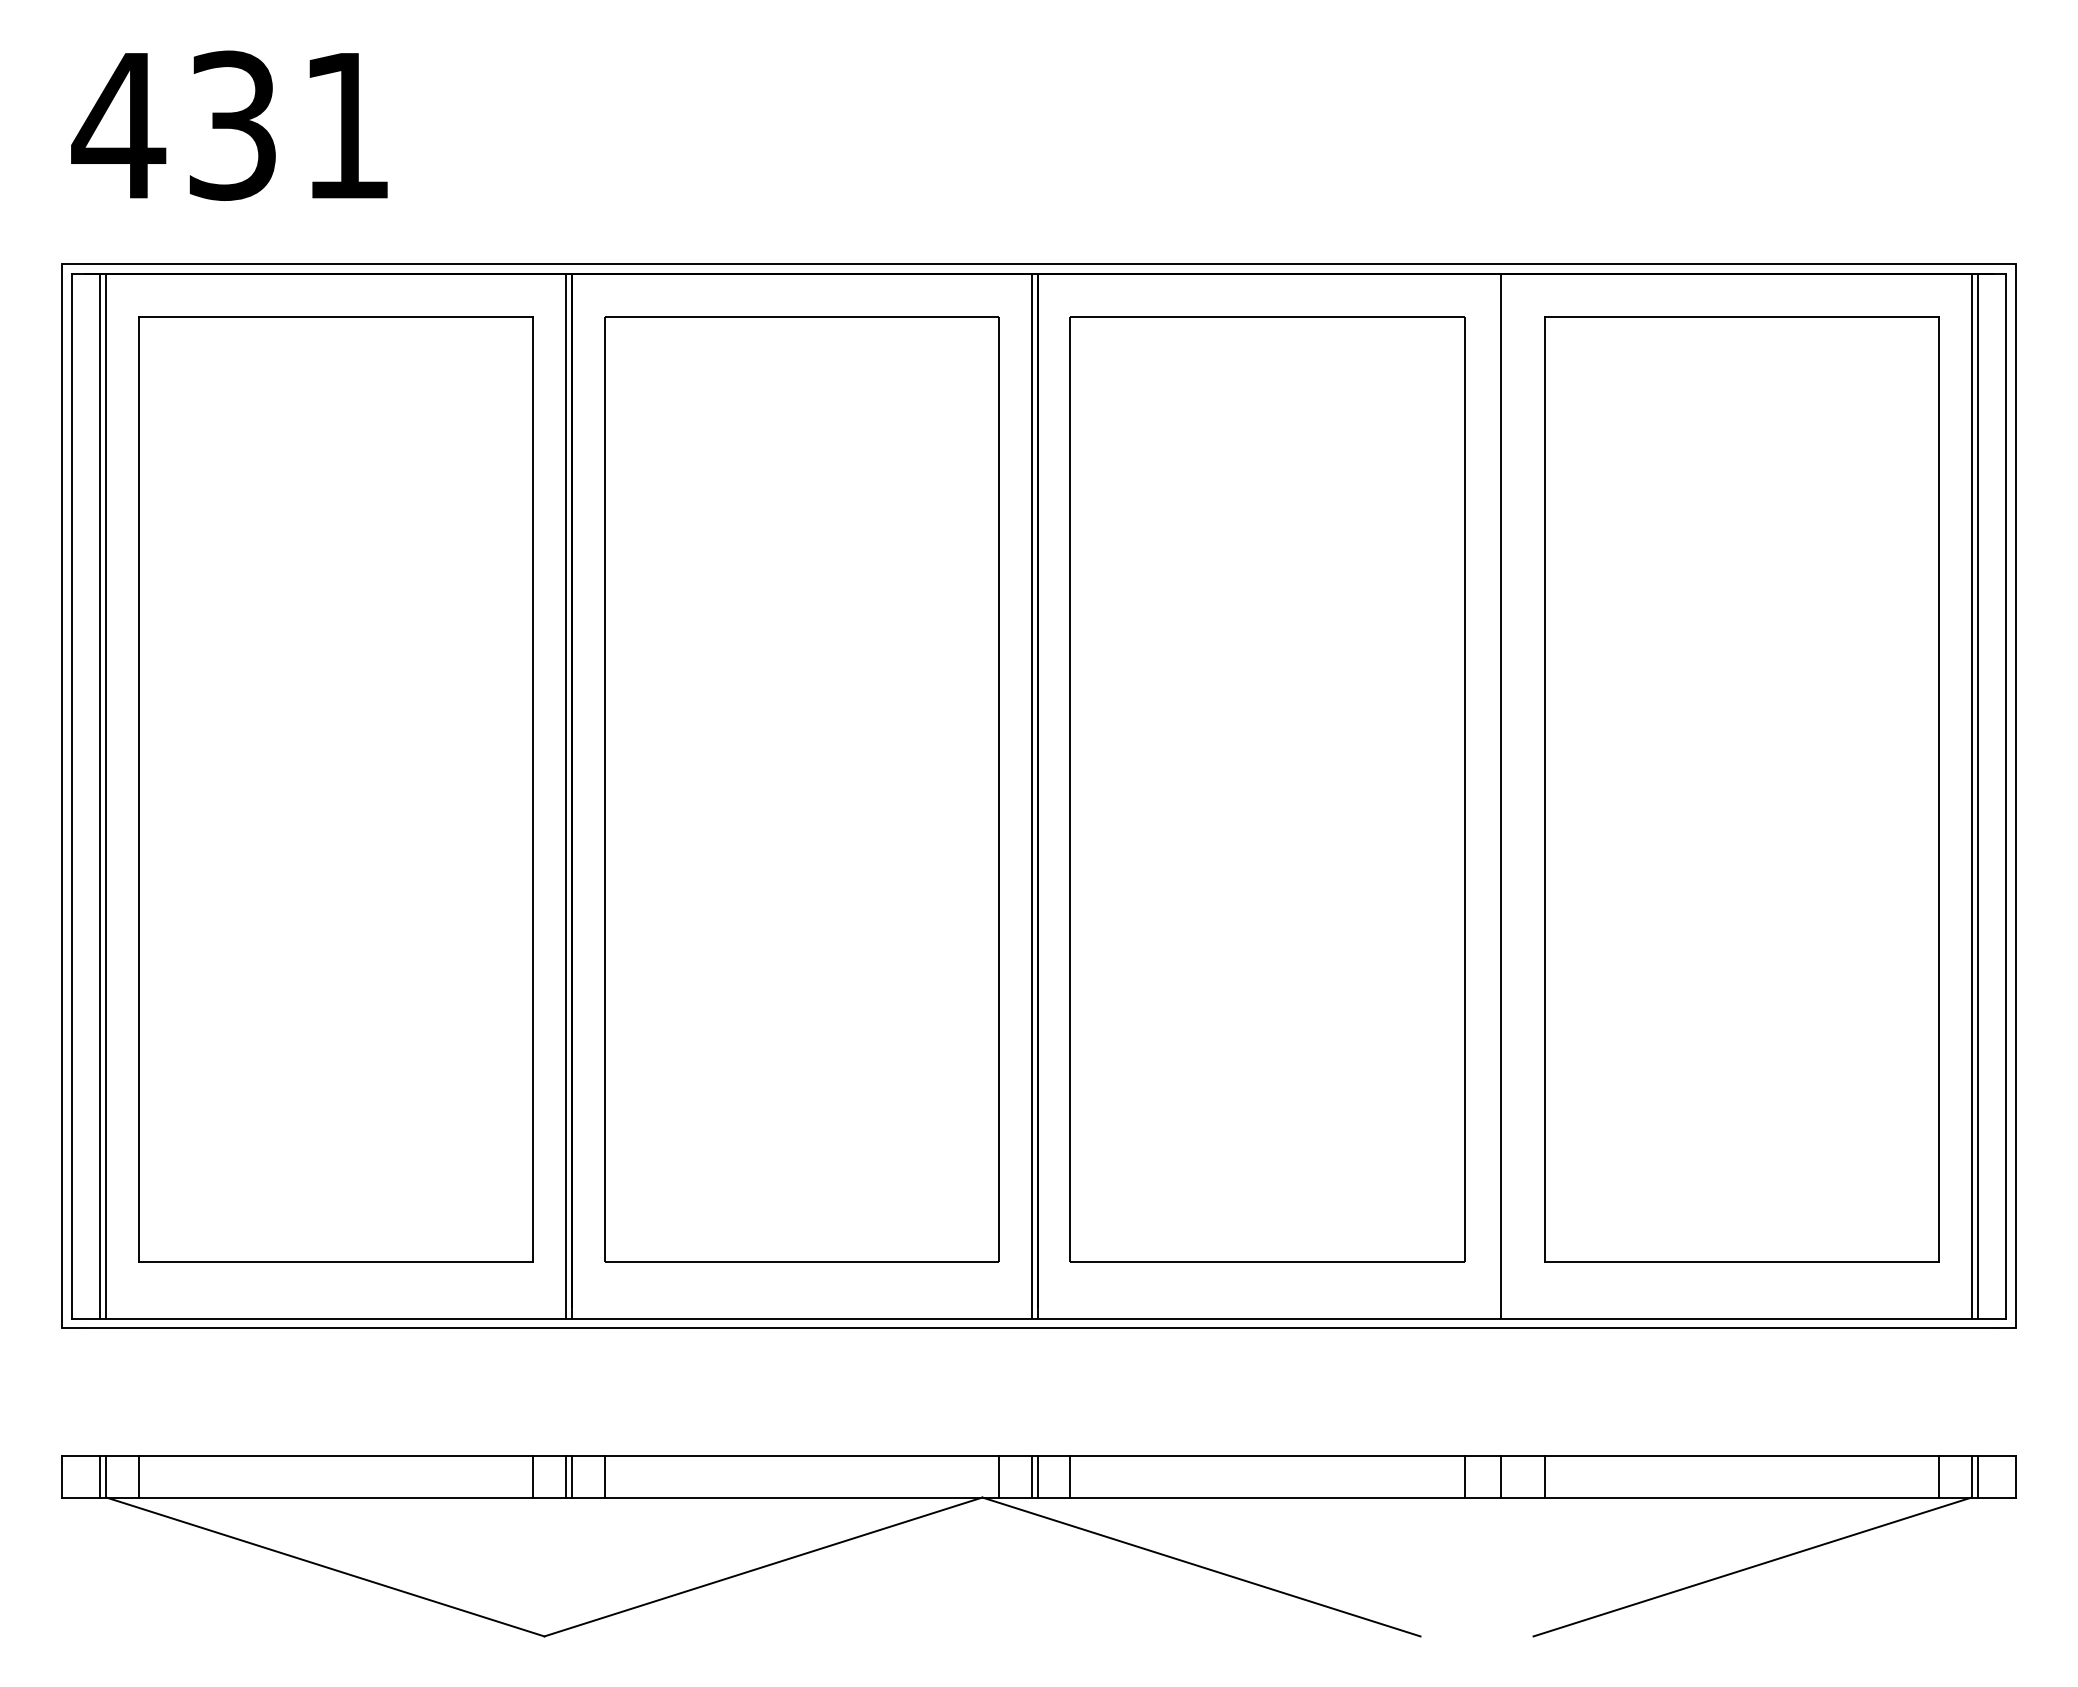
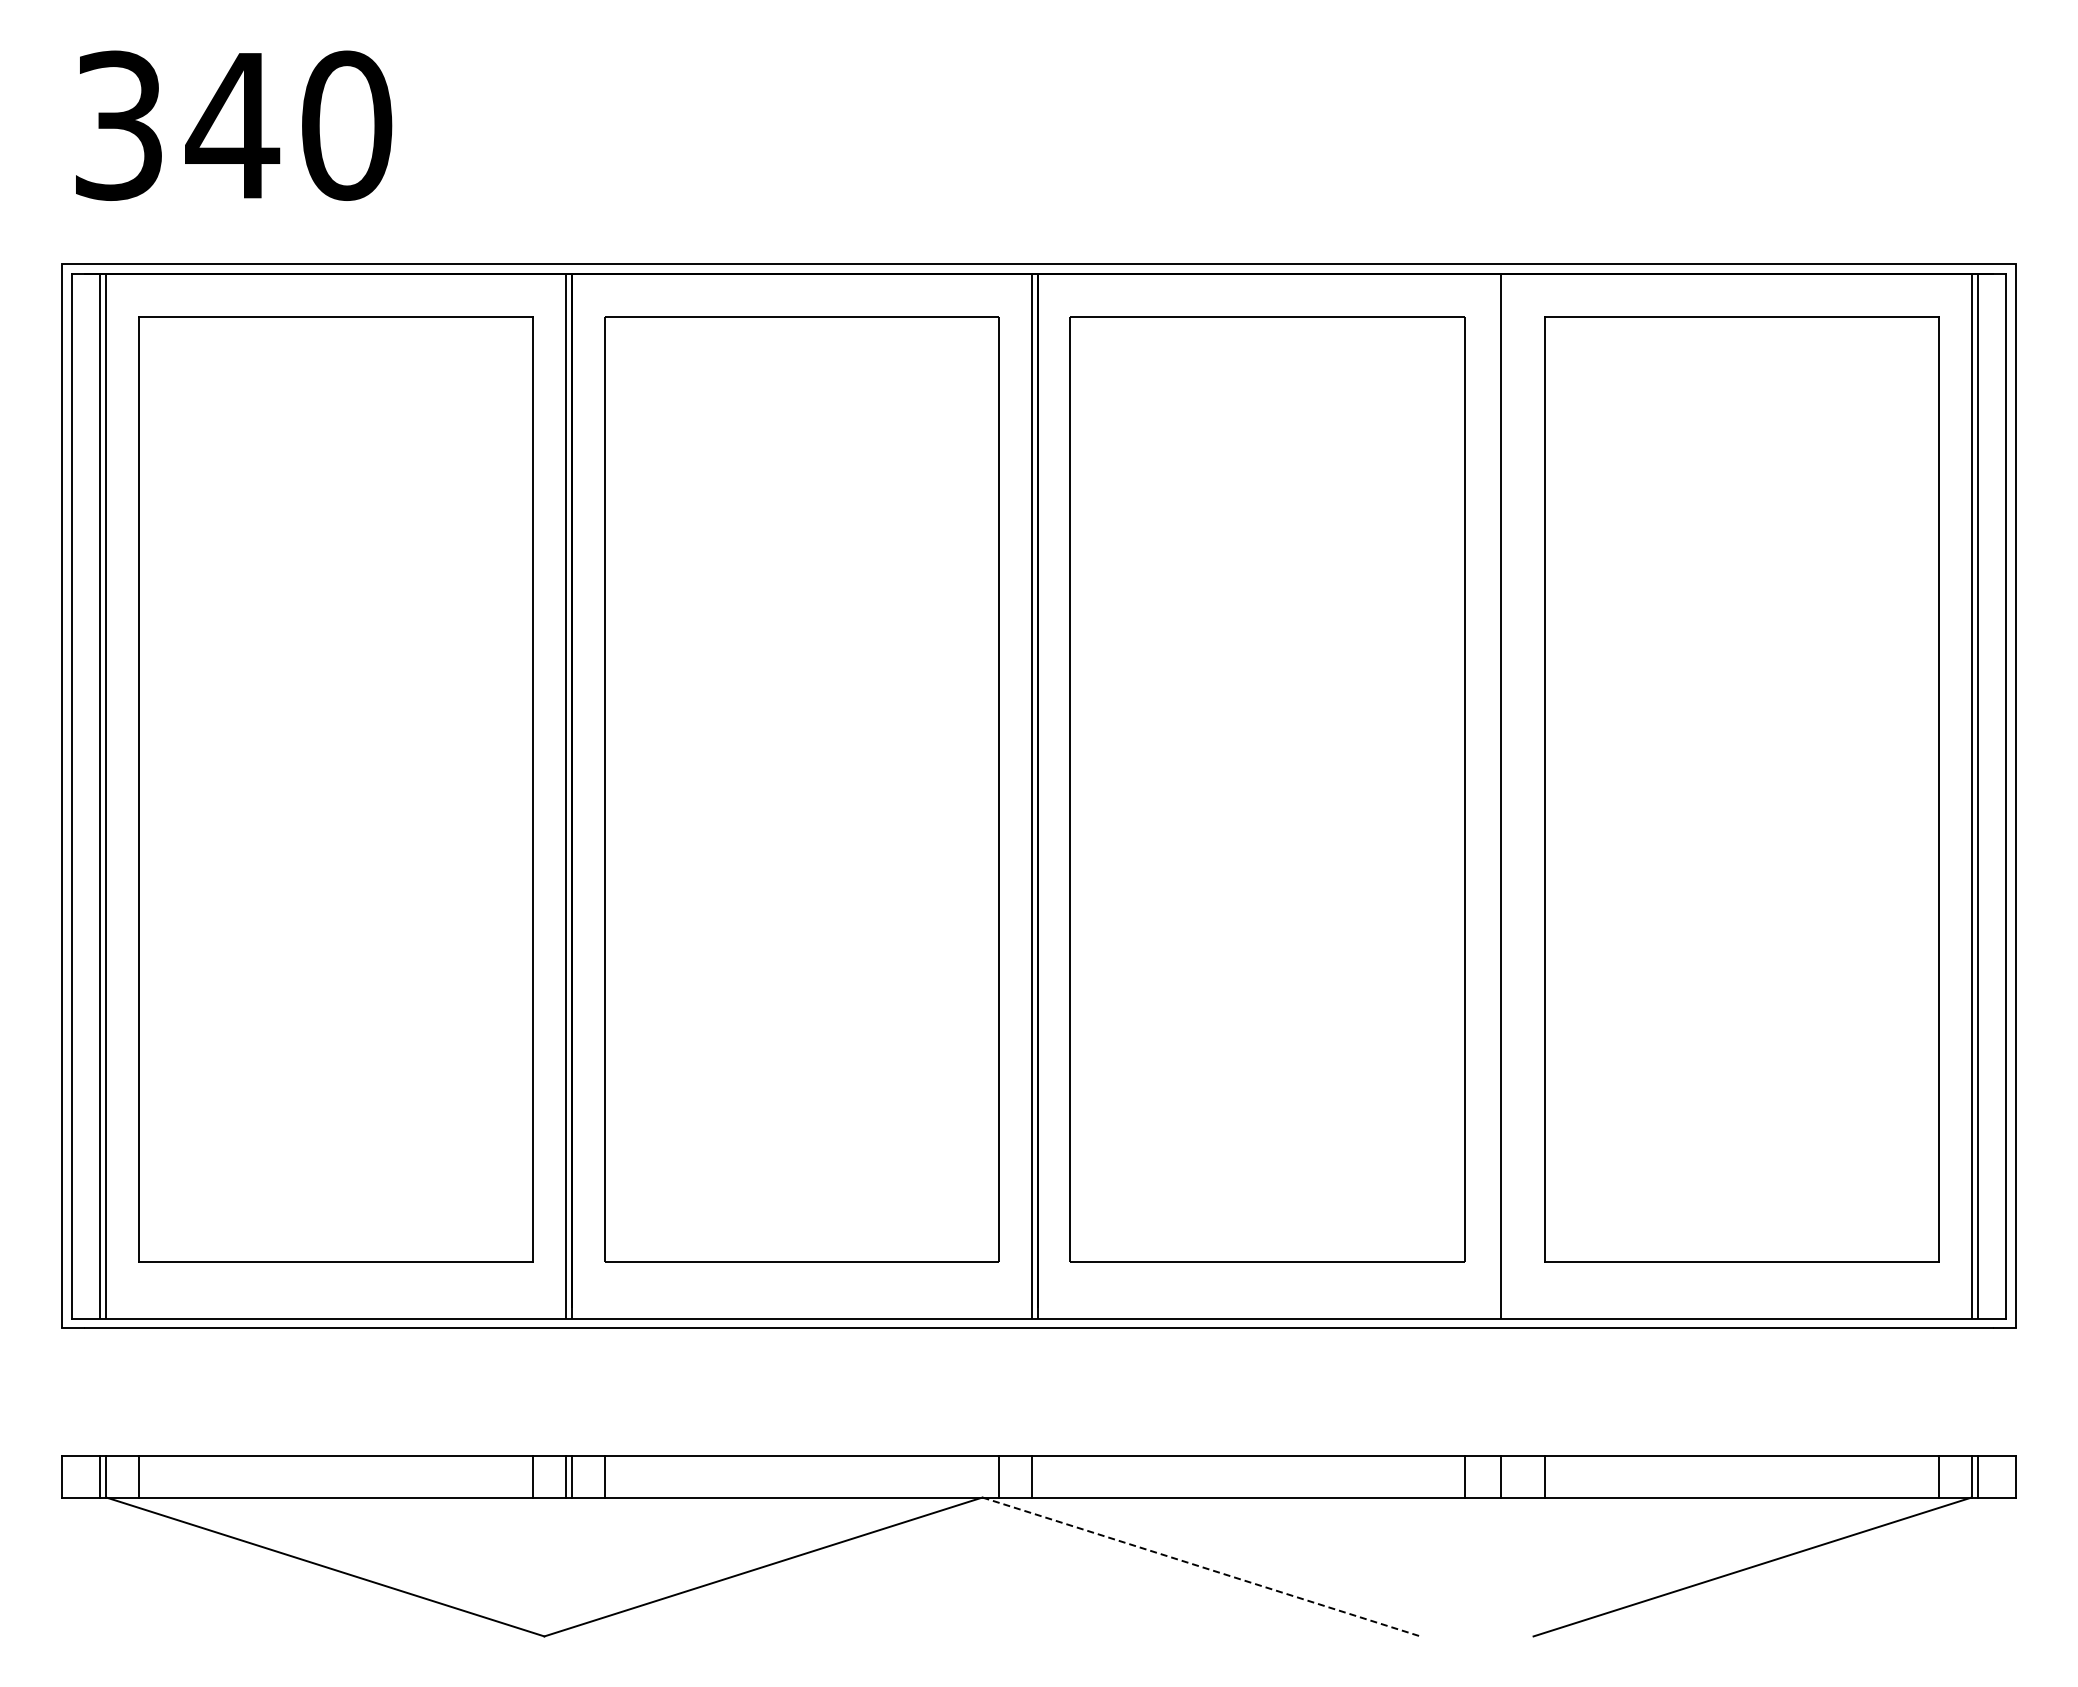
text at (231, 125): 431 -> 340
line at (1038, 1476): present -> none
line at (1070, 1476): present -> none
line at (1201, 1566): solid -> dashed
